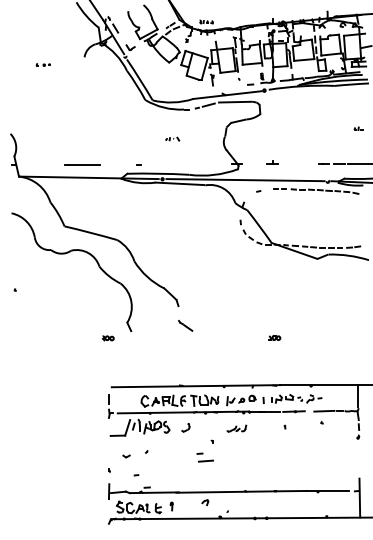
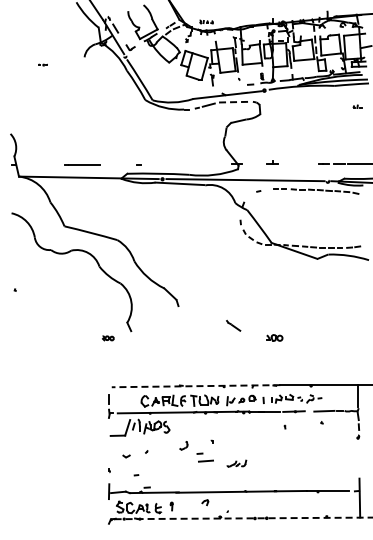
part at (42, 64) size: 16x4 px -> 10x4 px
line at (235, 102): solid -> dashed
part at (358, 128) position: (358, 128) -> (357, 106)
part at (172, 138): present -> none
part at (185, 325) position: (185, 325) -> (233, 325)
part at (274, 337) size: 14x6 px -> 18x8 px
line at (195, 386): solid -> dashed
part at (185, 427) position: (185, 427) -> (183, 445)
part at (236, 428) position: (236, 428) -> (236, 463)
line at (243, 518): solid -> dashed
